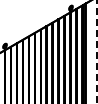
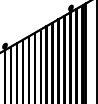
line at (97, 51): dashed -> solid
